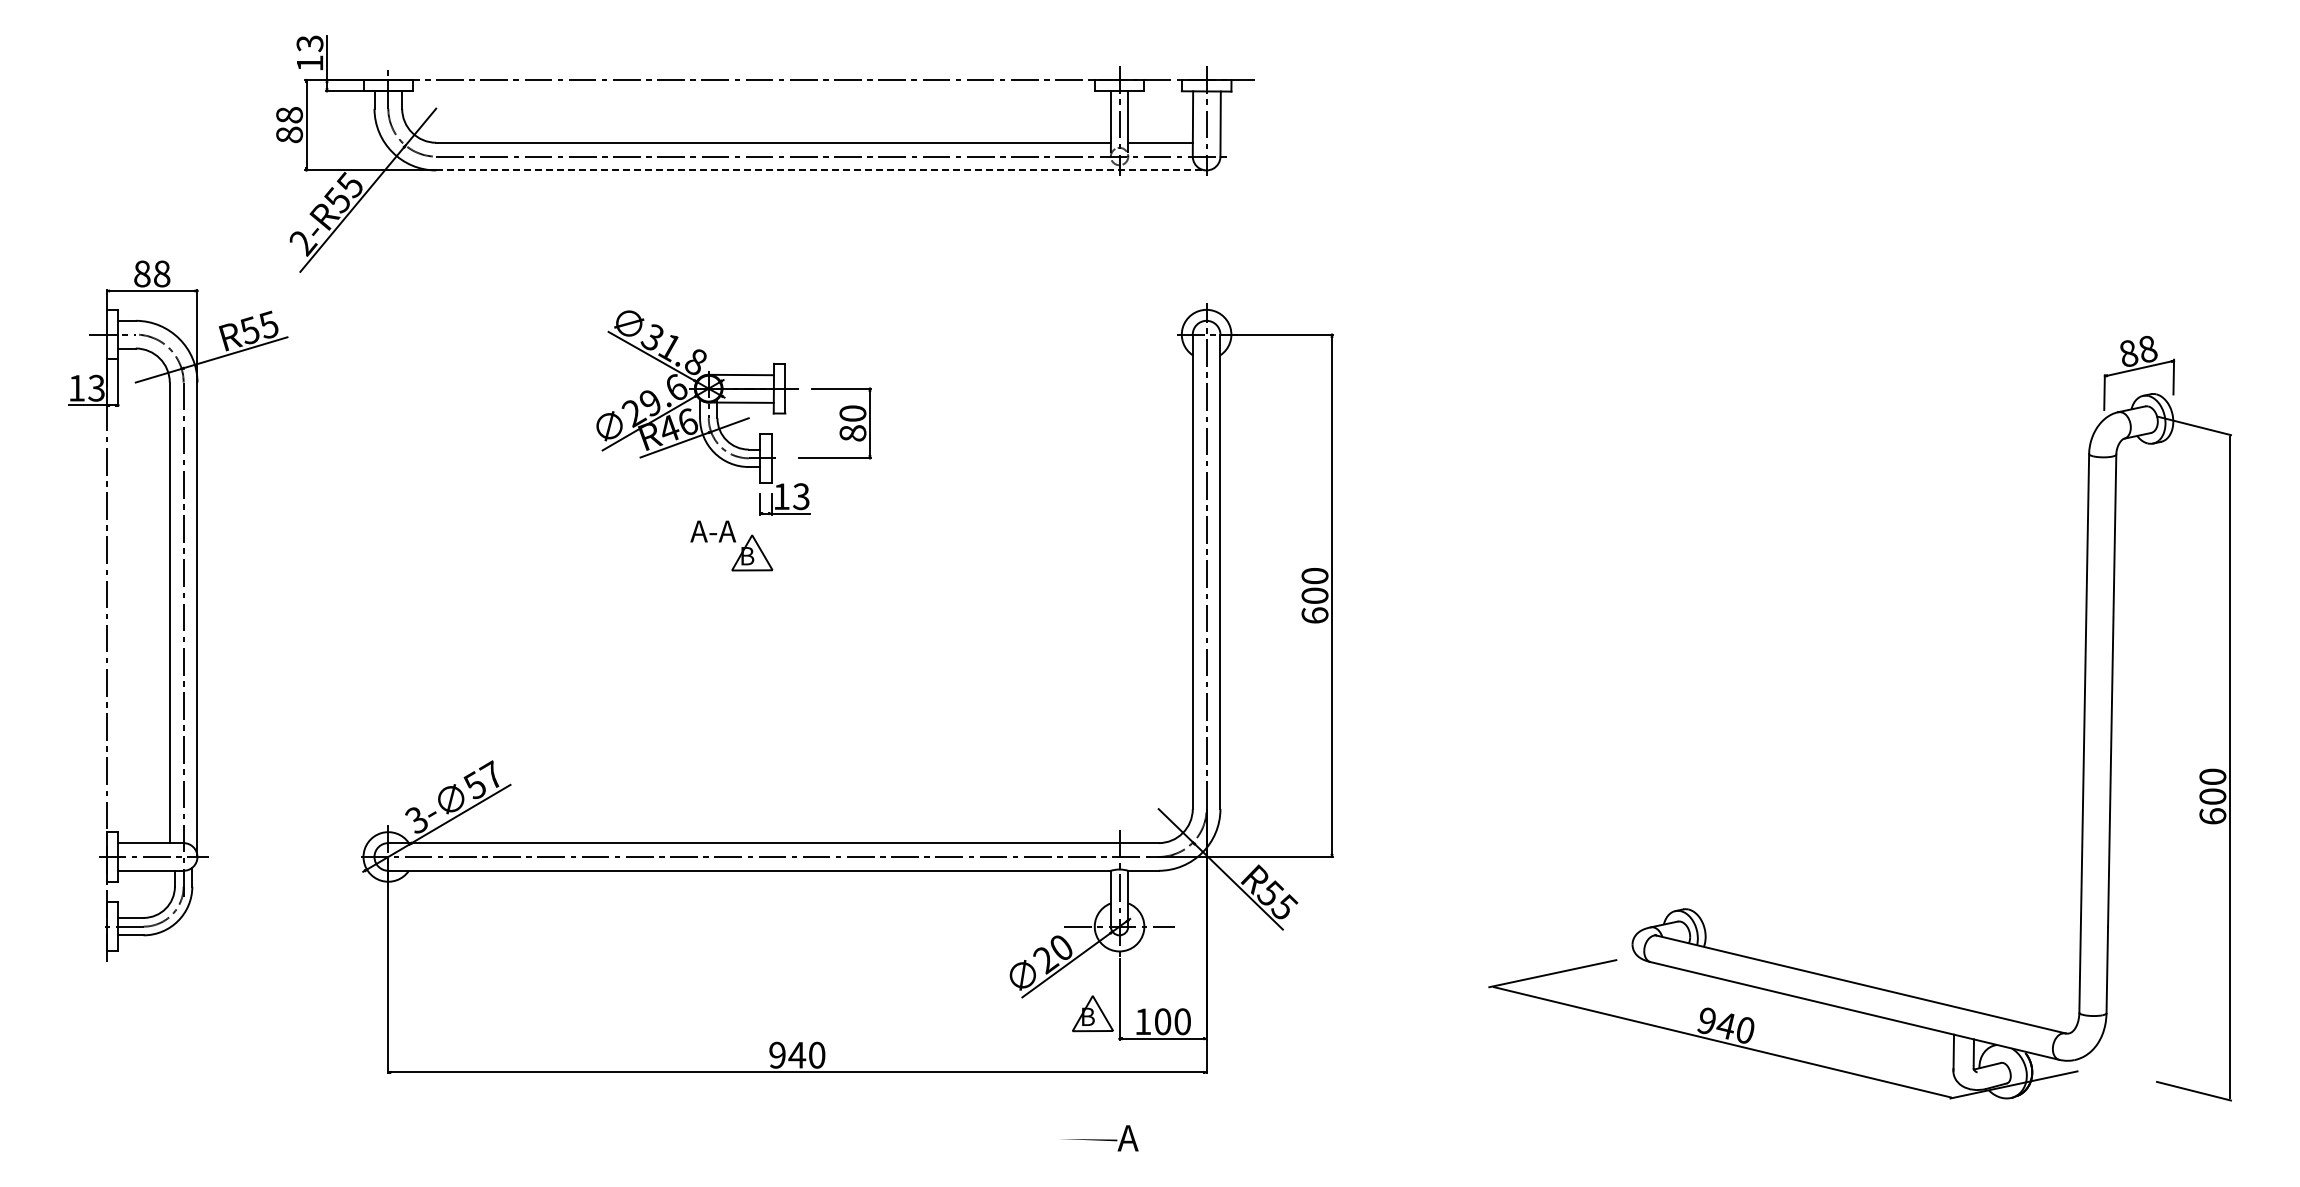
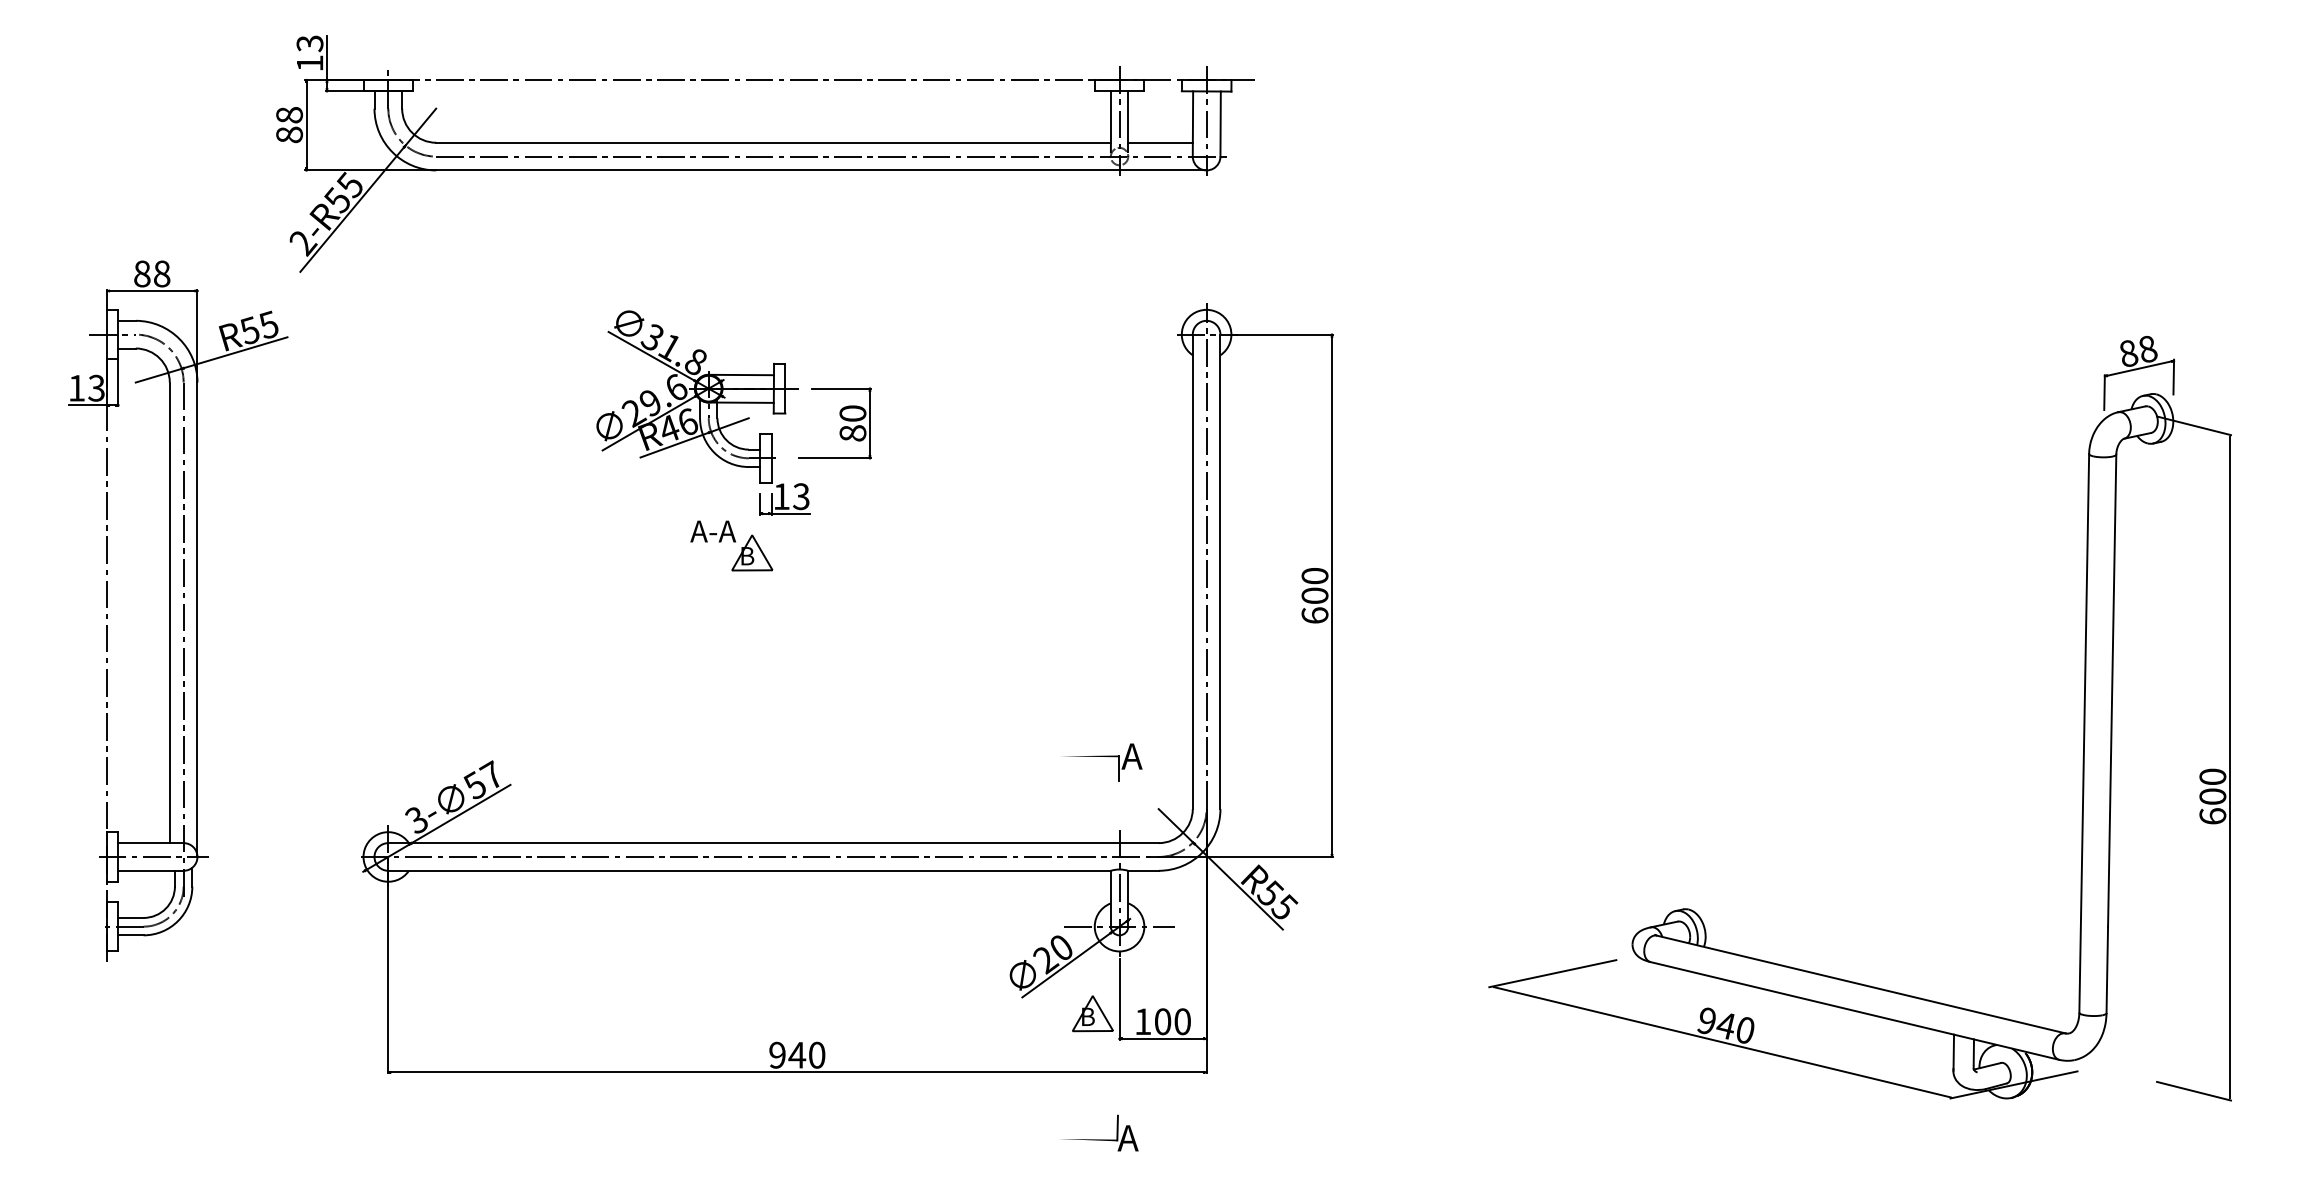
line at (821, 170): dashed -> solid
part at (1102, 762): none -> present
line at (1117, 1127): none -> present
